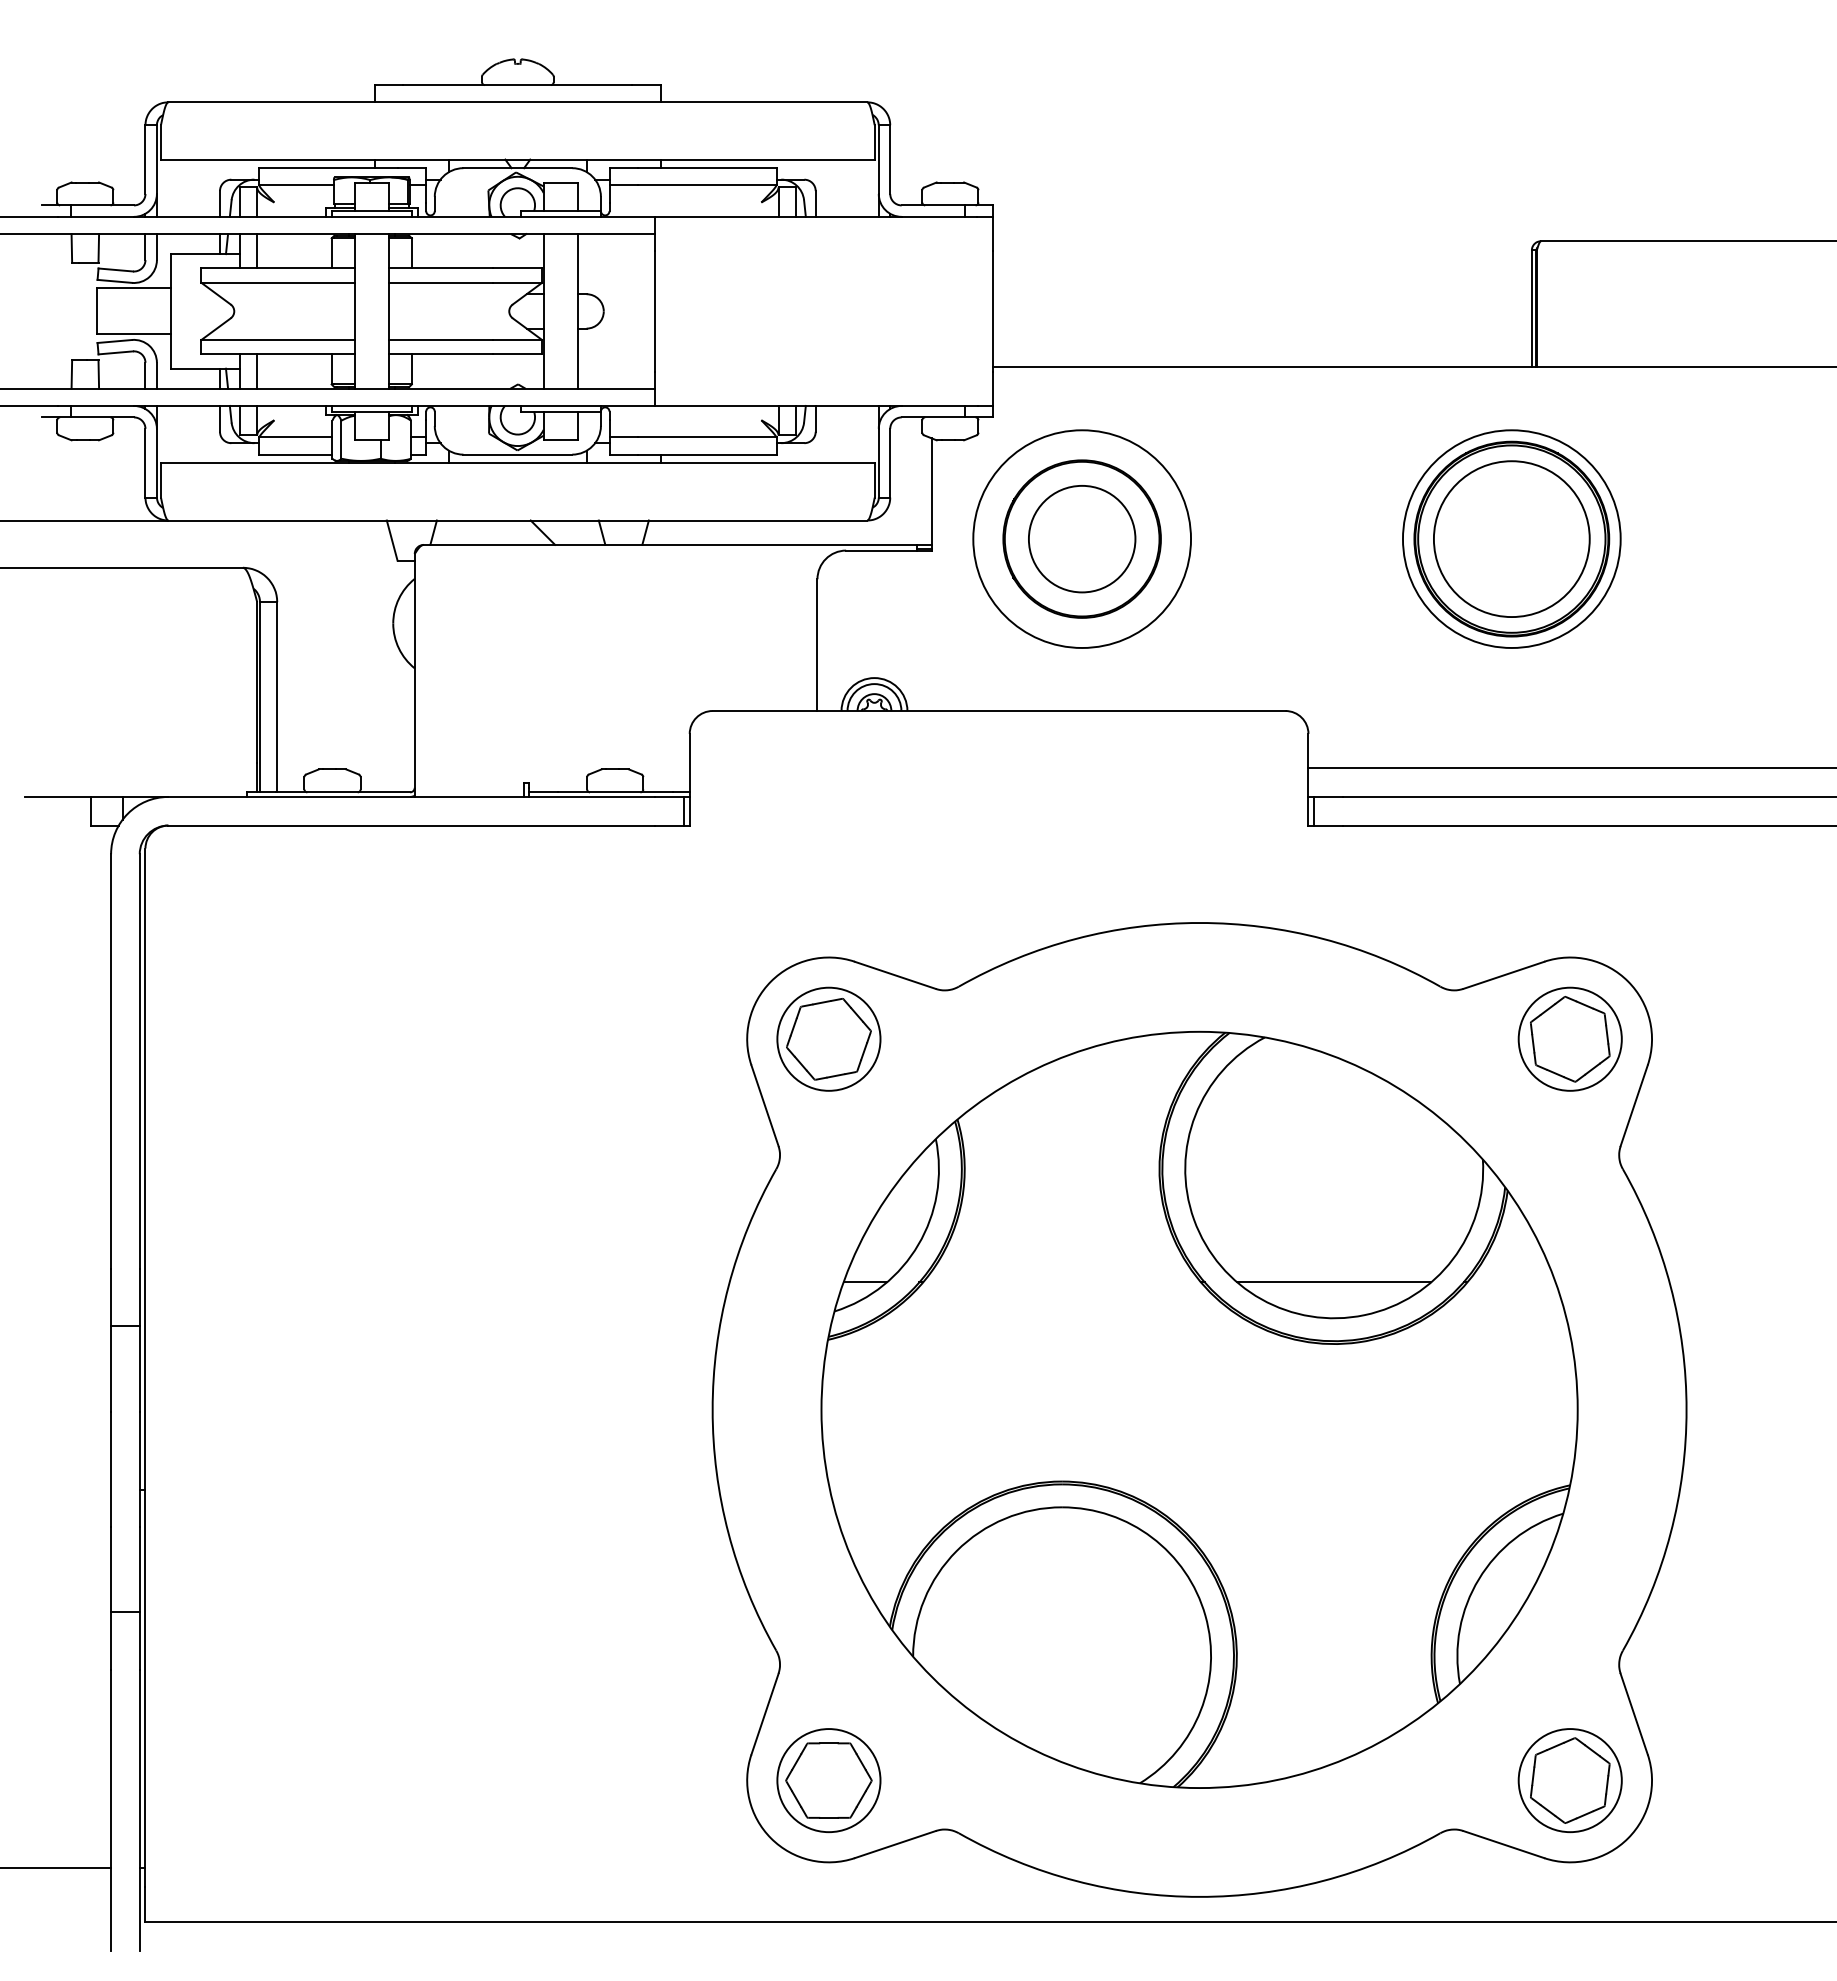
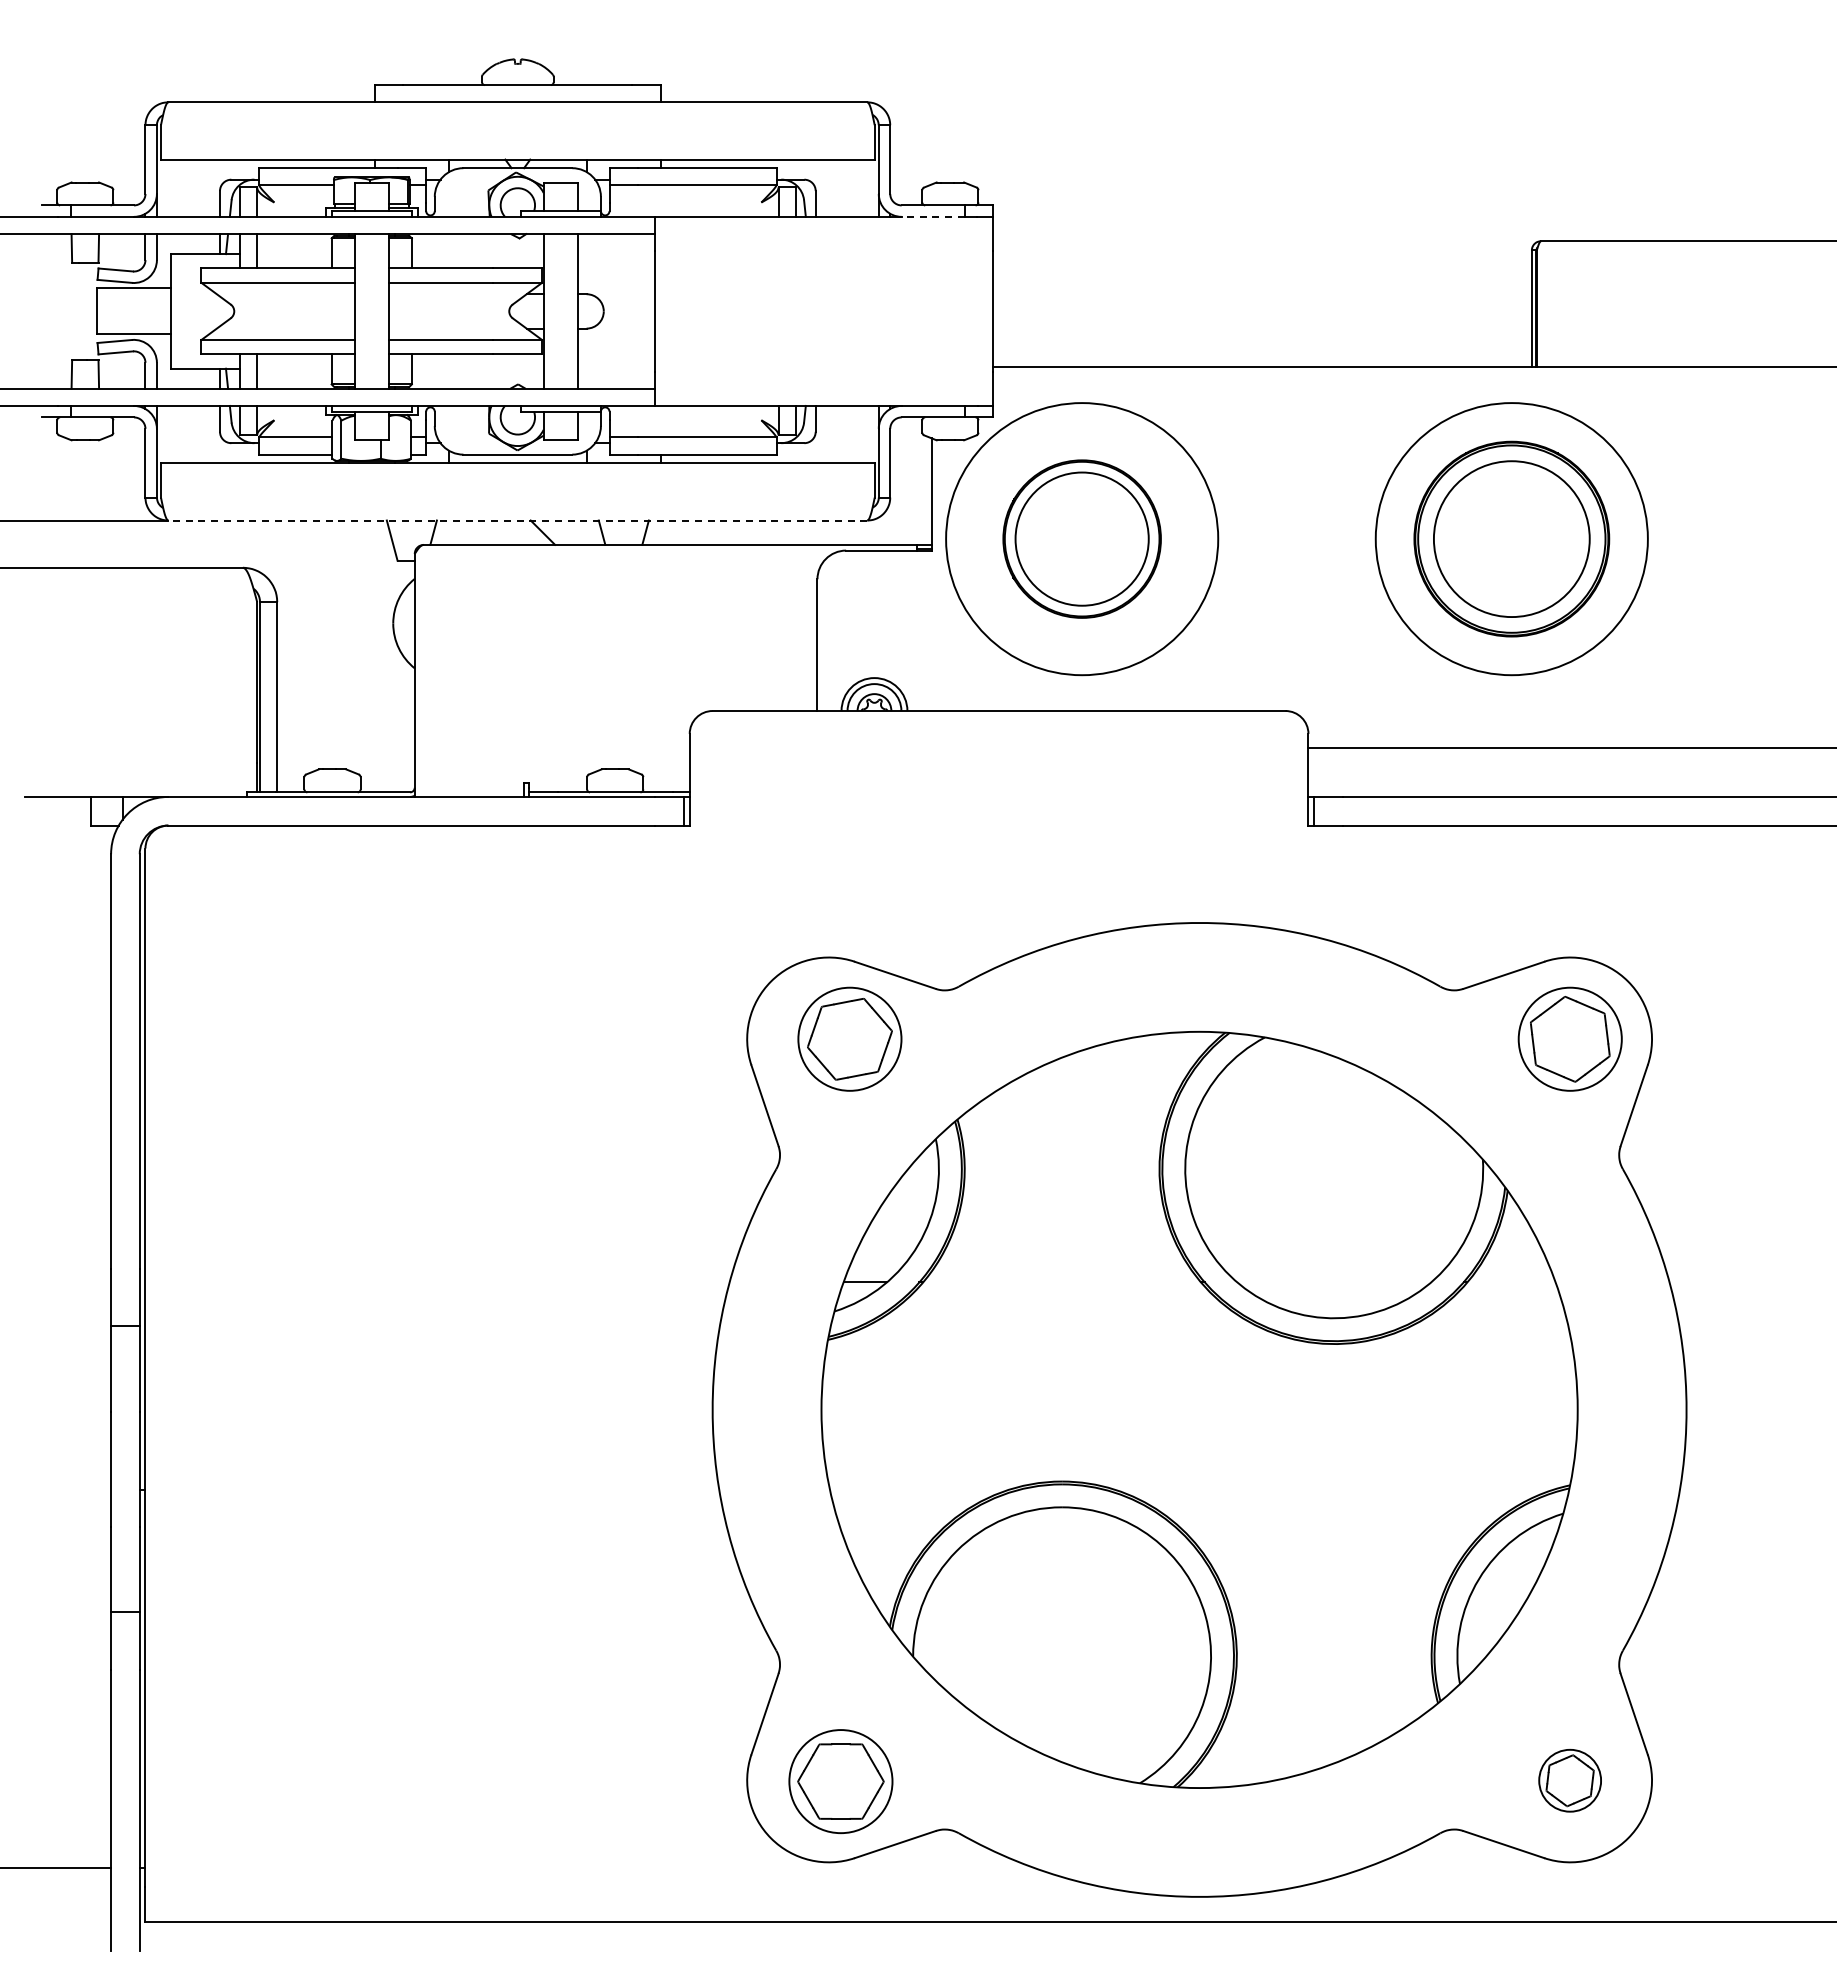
line at (933, 216): solid -> dashed
line at (517, 520): solid -> dashed
circle at (1081, 538) diameter: 107 px -> 133 px
circle at (1082, 538) diameter: 218 px -> 272 px
circle at (1511, 538) diameter: 218 px -> 272 px
line at (1570, 768) position: (1570, 768) -> (1570, 748)
part at (828, 1038) position: (828, 1038) -> (849, 1038)
line at (1334, 1282): present -> none
part at (828, 1780) position: (828, 1780) -> (840, 1781)
part at (1569, 1780) size: 106x106 px -> 64x65 px
